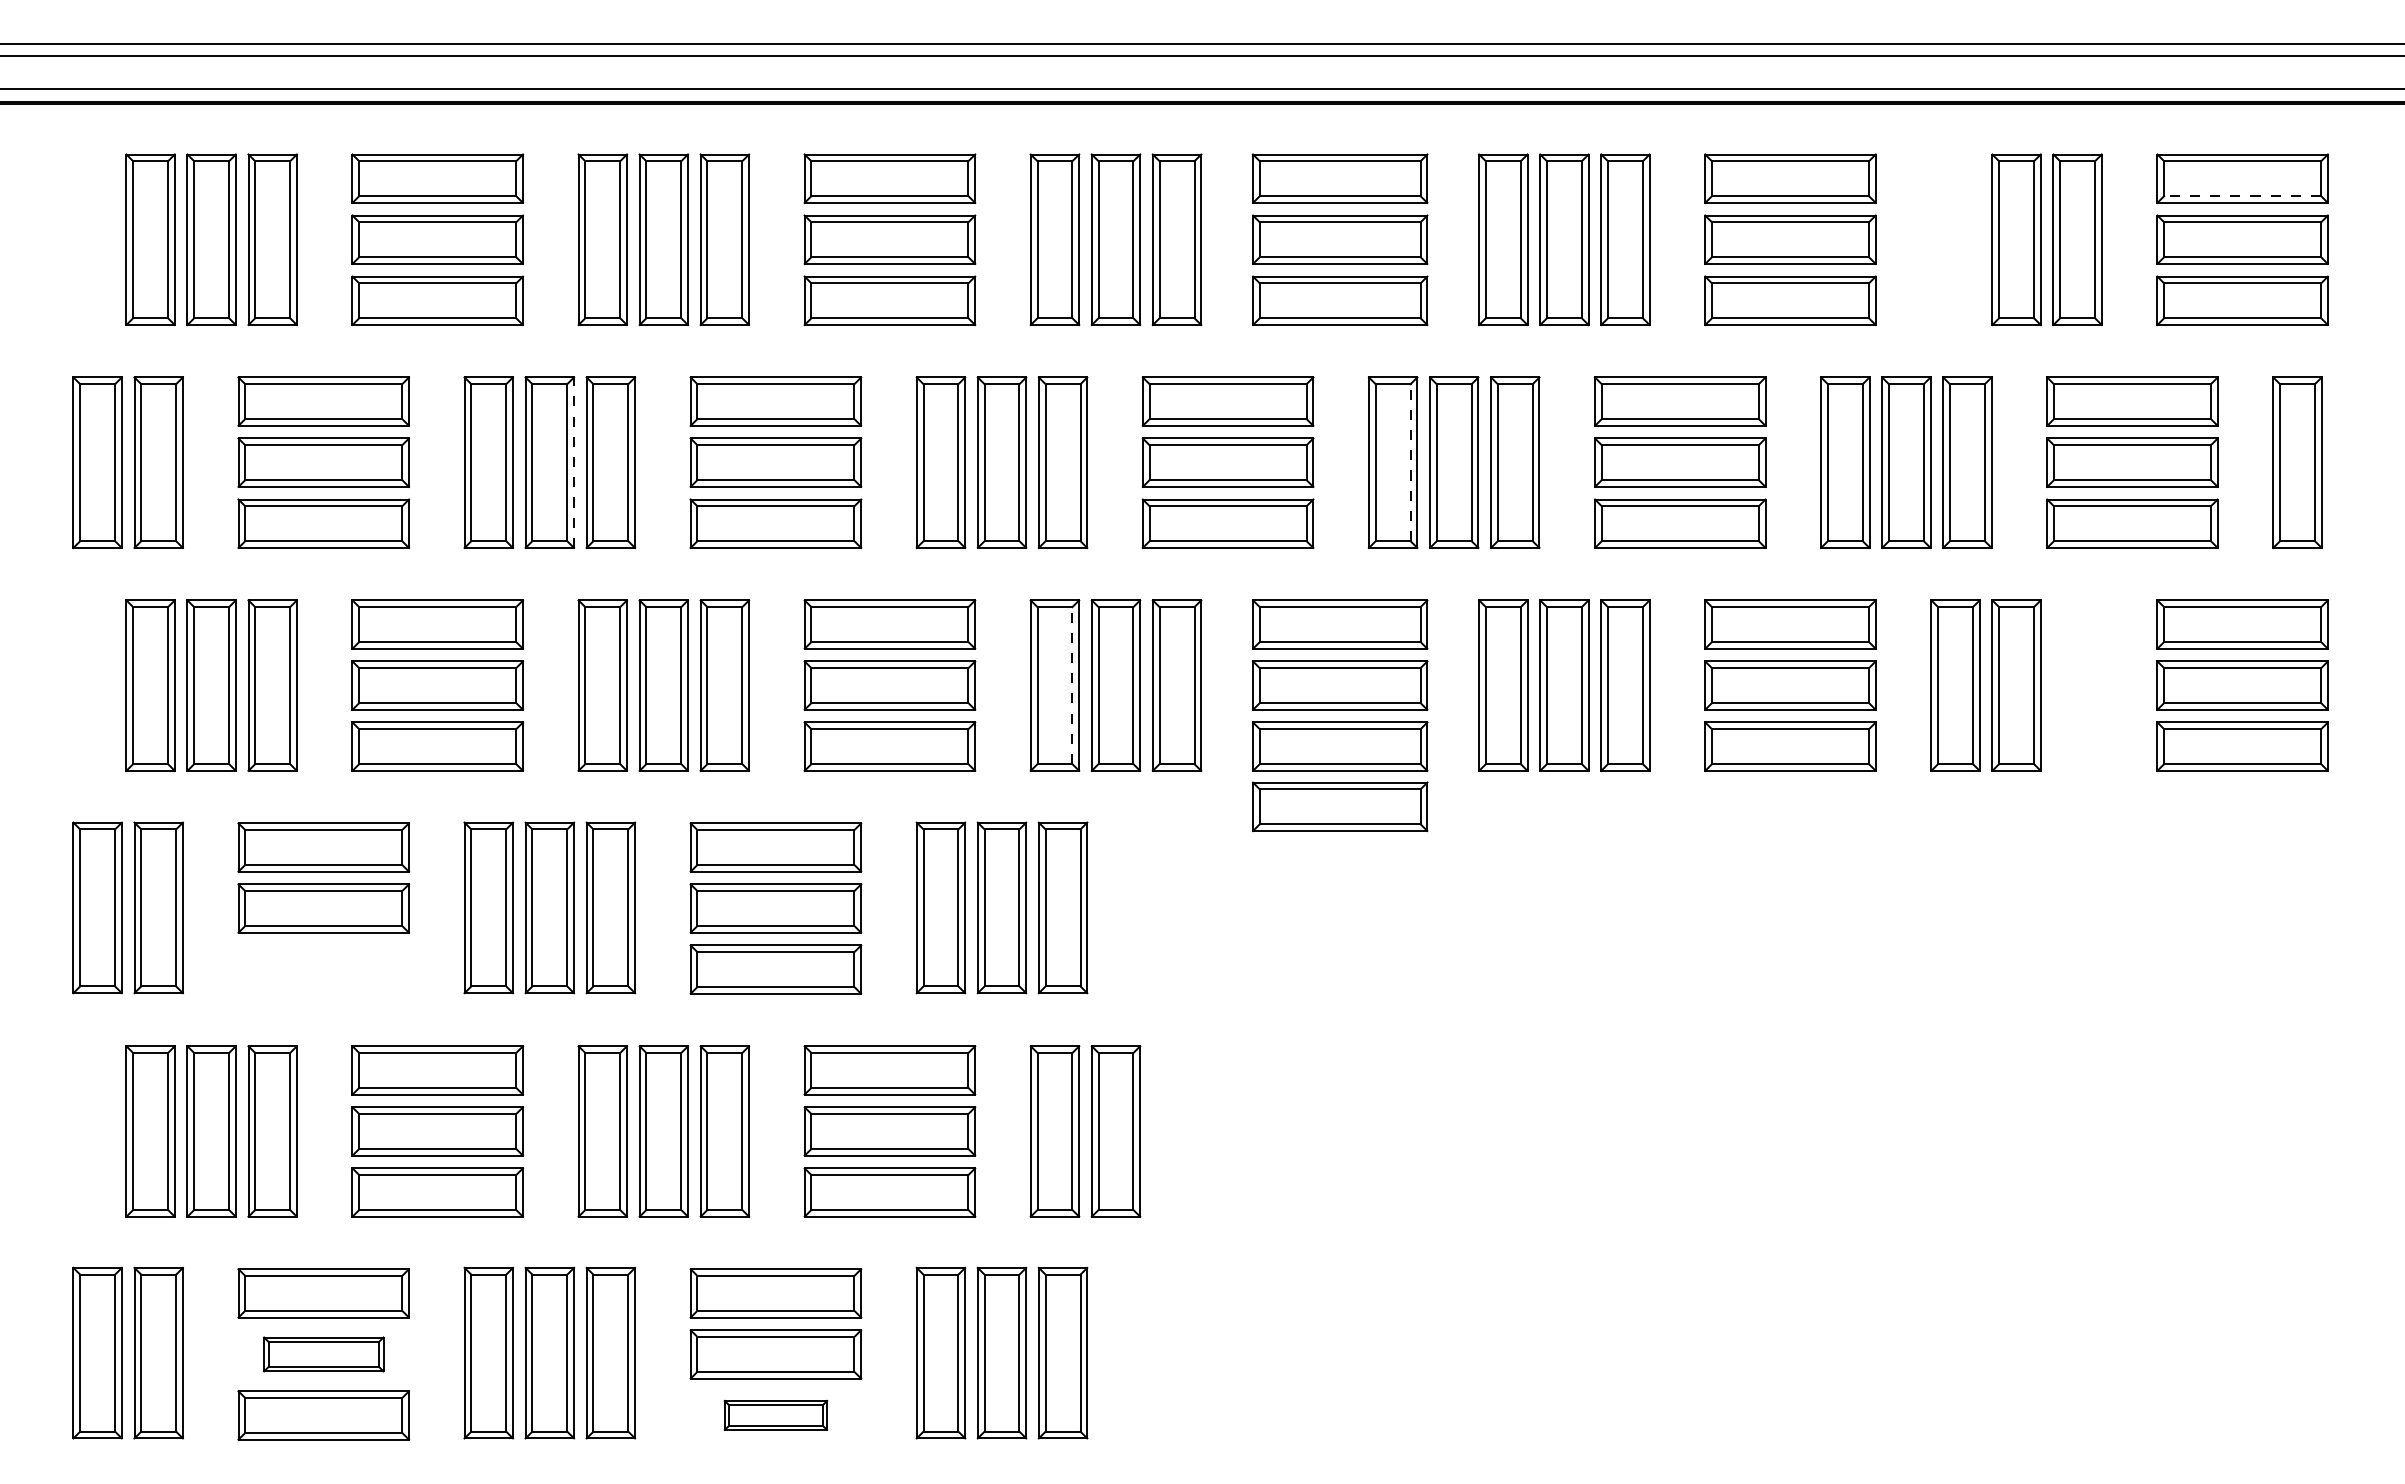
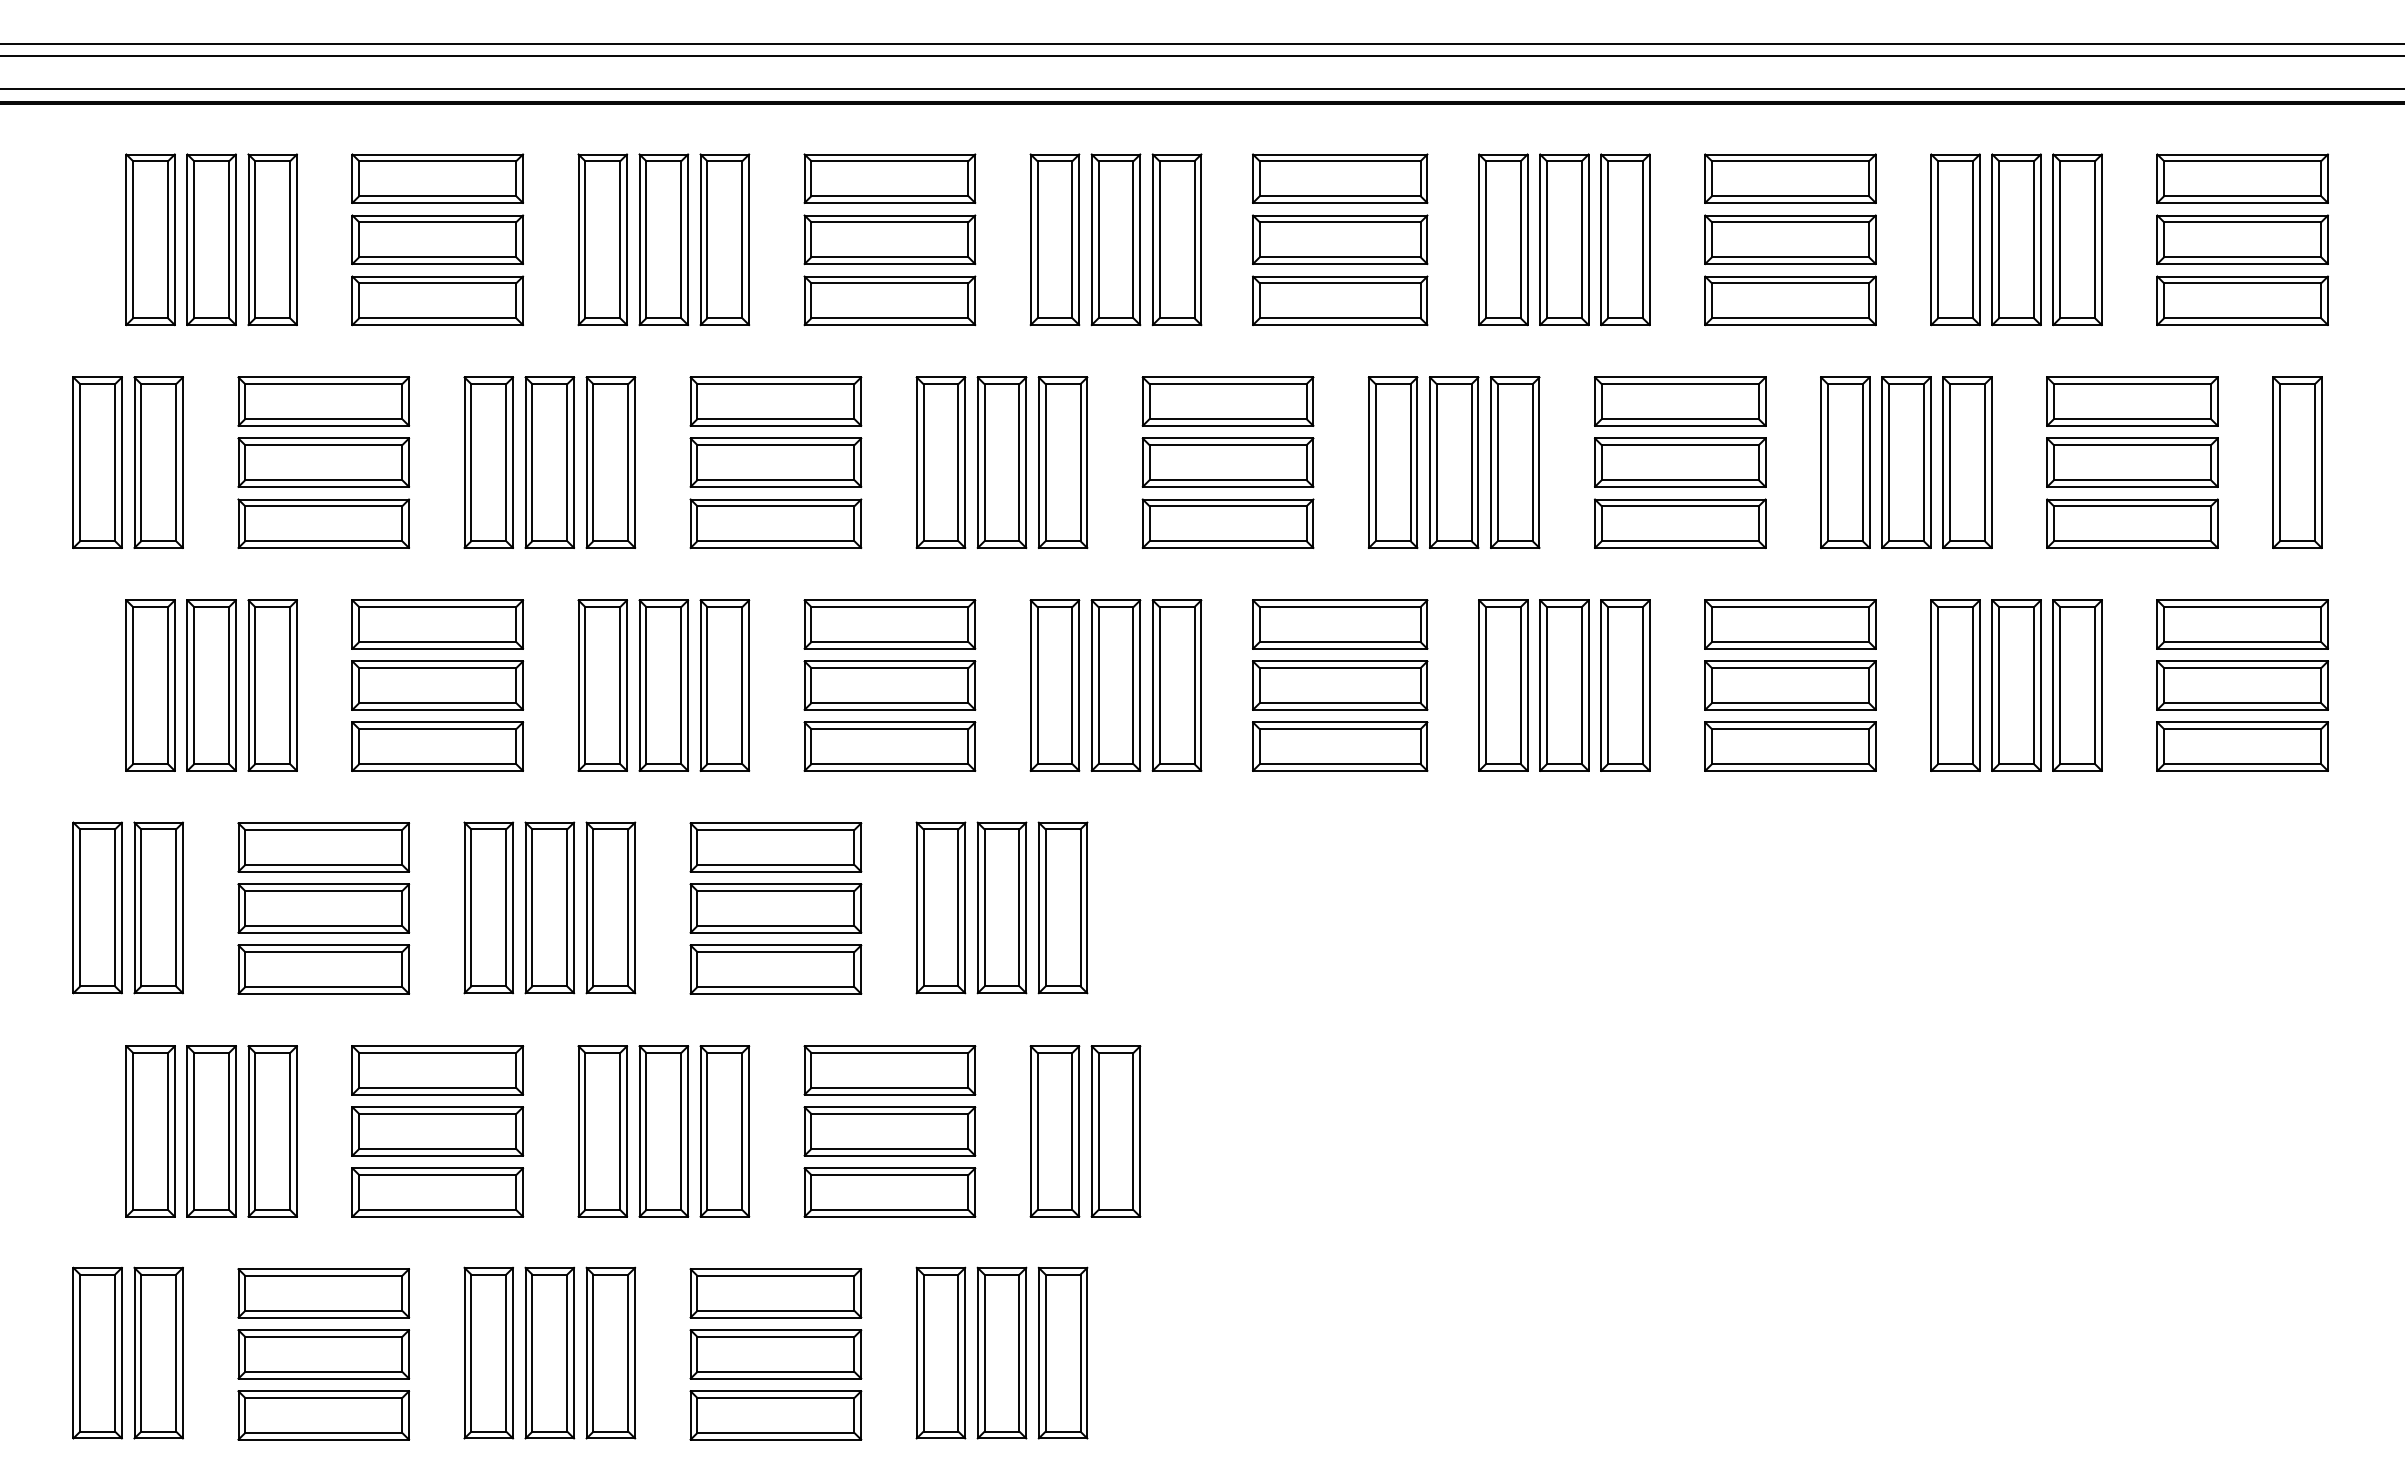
line at (2242, 196): dashed -> solid
part at (1955, 239): none -> present
line at (574, 462): dashed -> solid
line at (1410, 462): dashed -> solid
line at (1072, 685): dashed -> solid
part at (2077, 685): none -> present
part at (1340, 806): present -> none
part at (323, 969): none -> present
part at (323, 1354) size: 122x37 px -> 174x51 px
part at (775, 1414) size: 106x32 px -> 174x51 px
